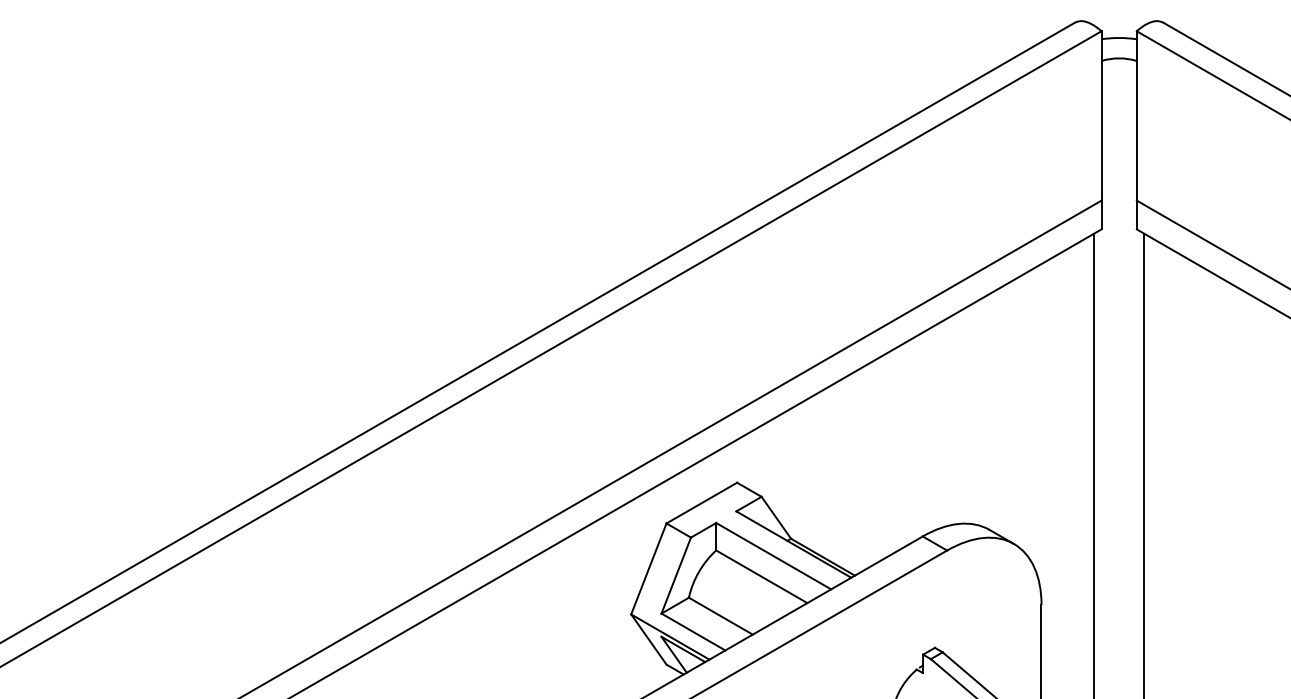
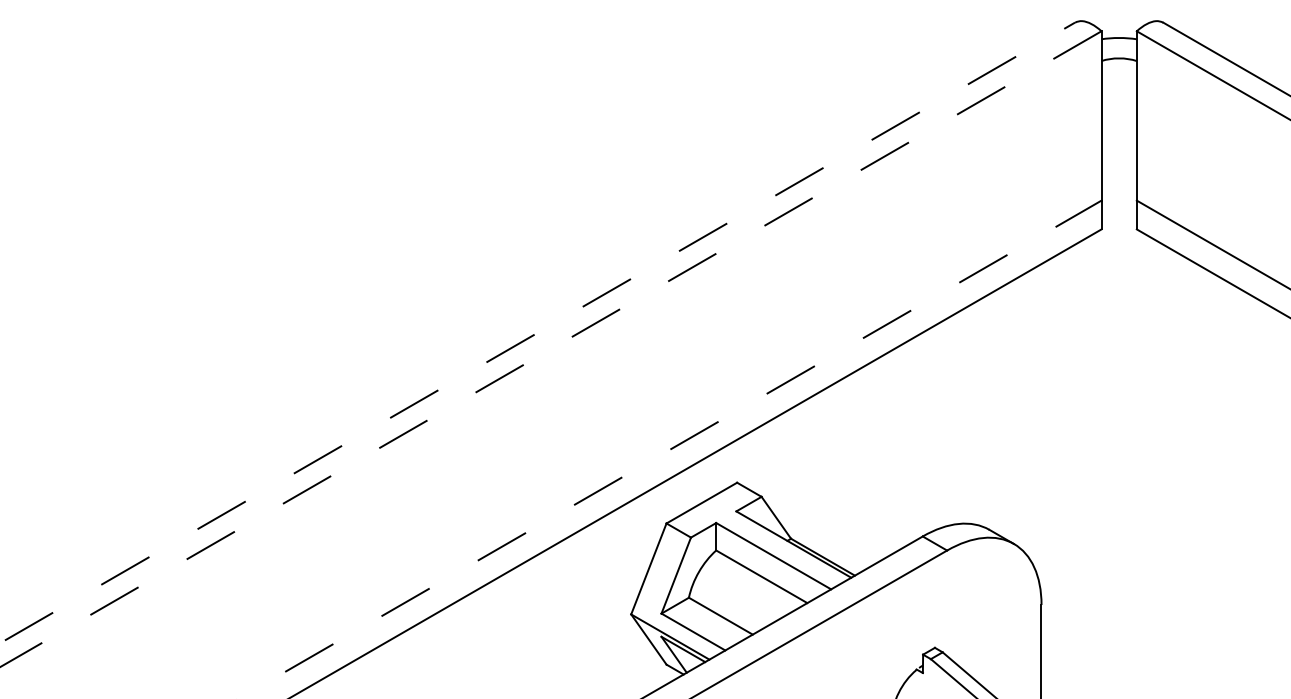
line at (538, 332): solid -> dashed
line at (550, 349): solid -> dashed
line at (670, 449): solid -> dashed
line at (1094, 464): present -> none
line at (1144, 464): present -> none
